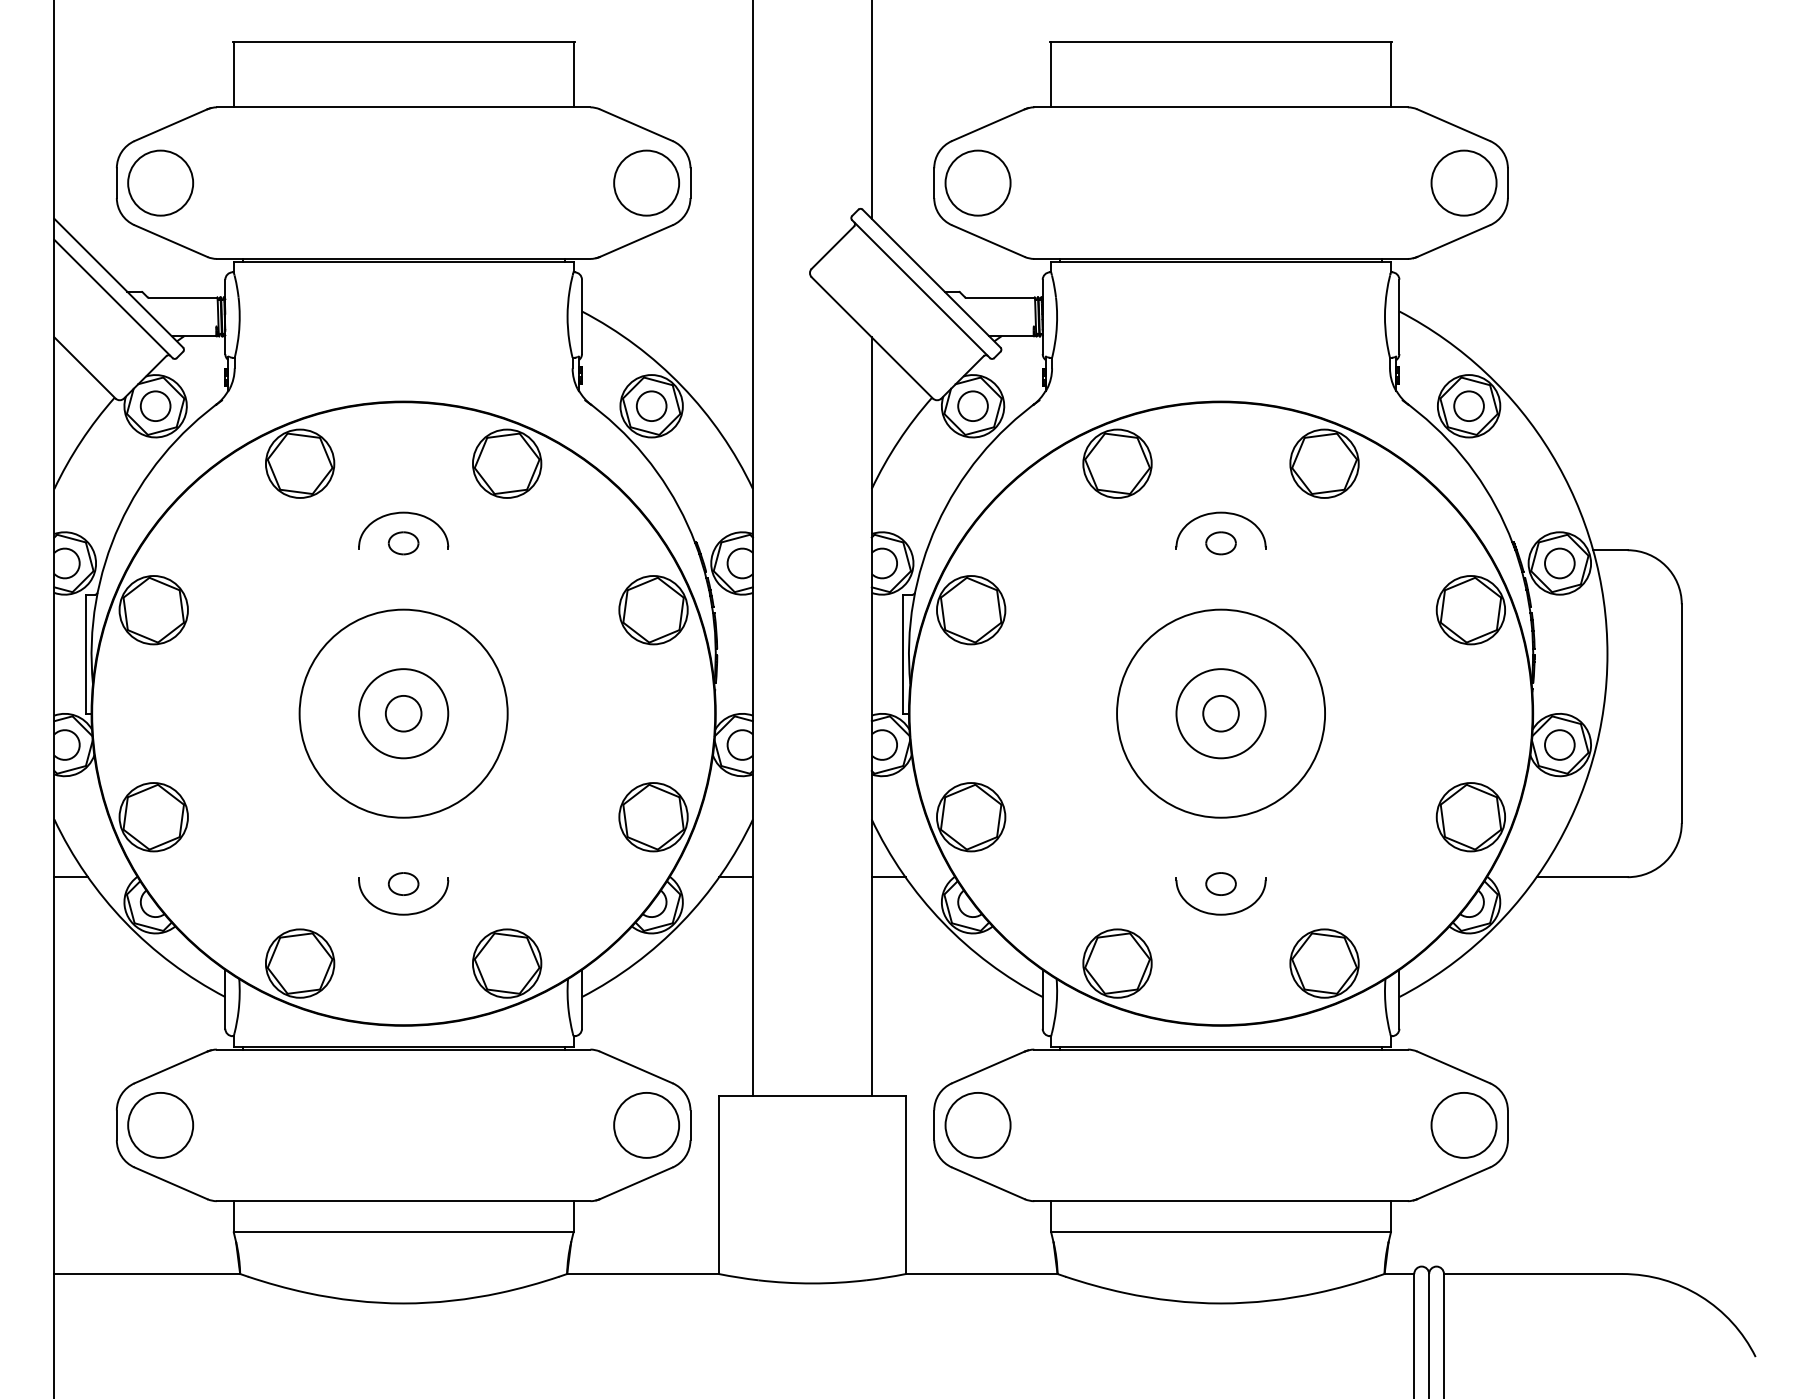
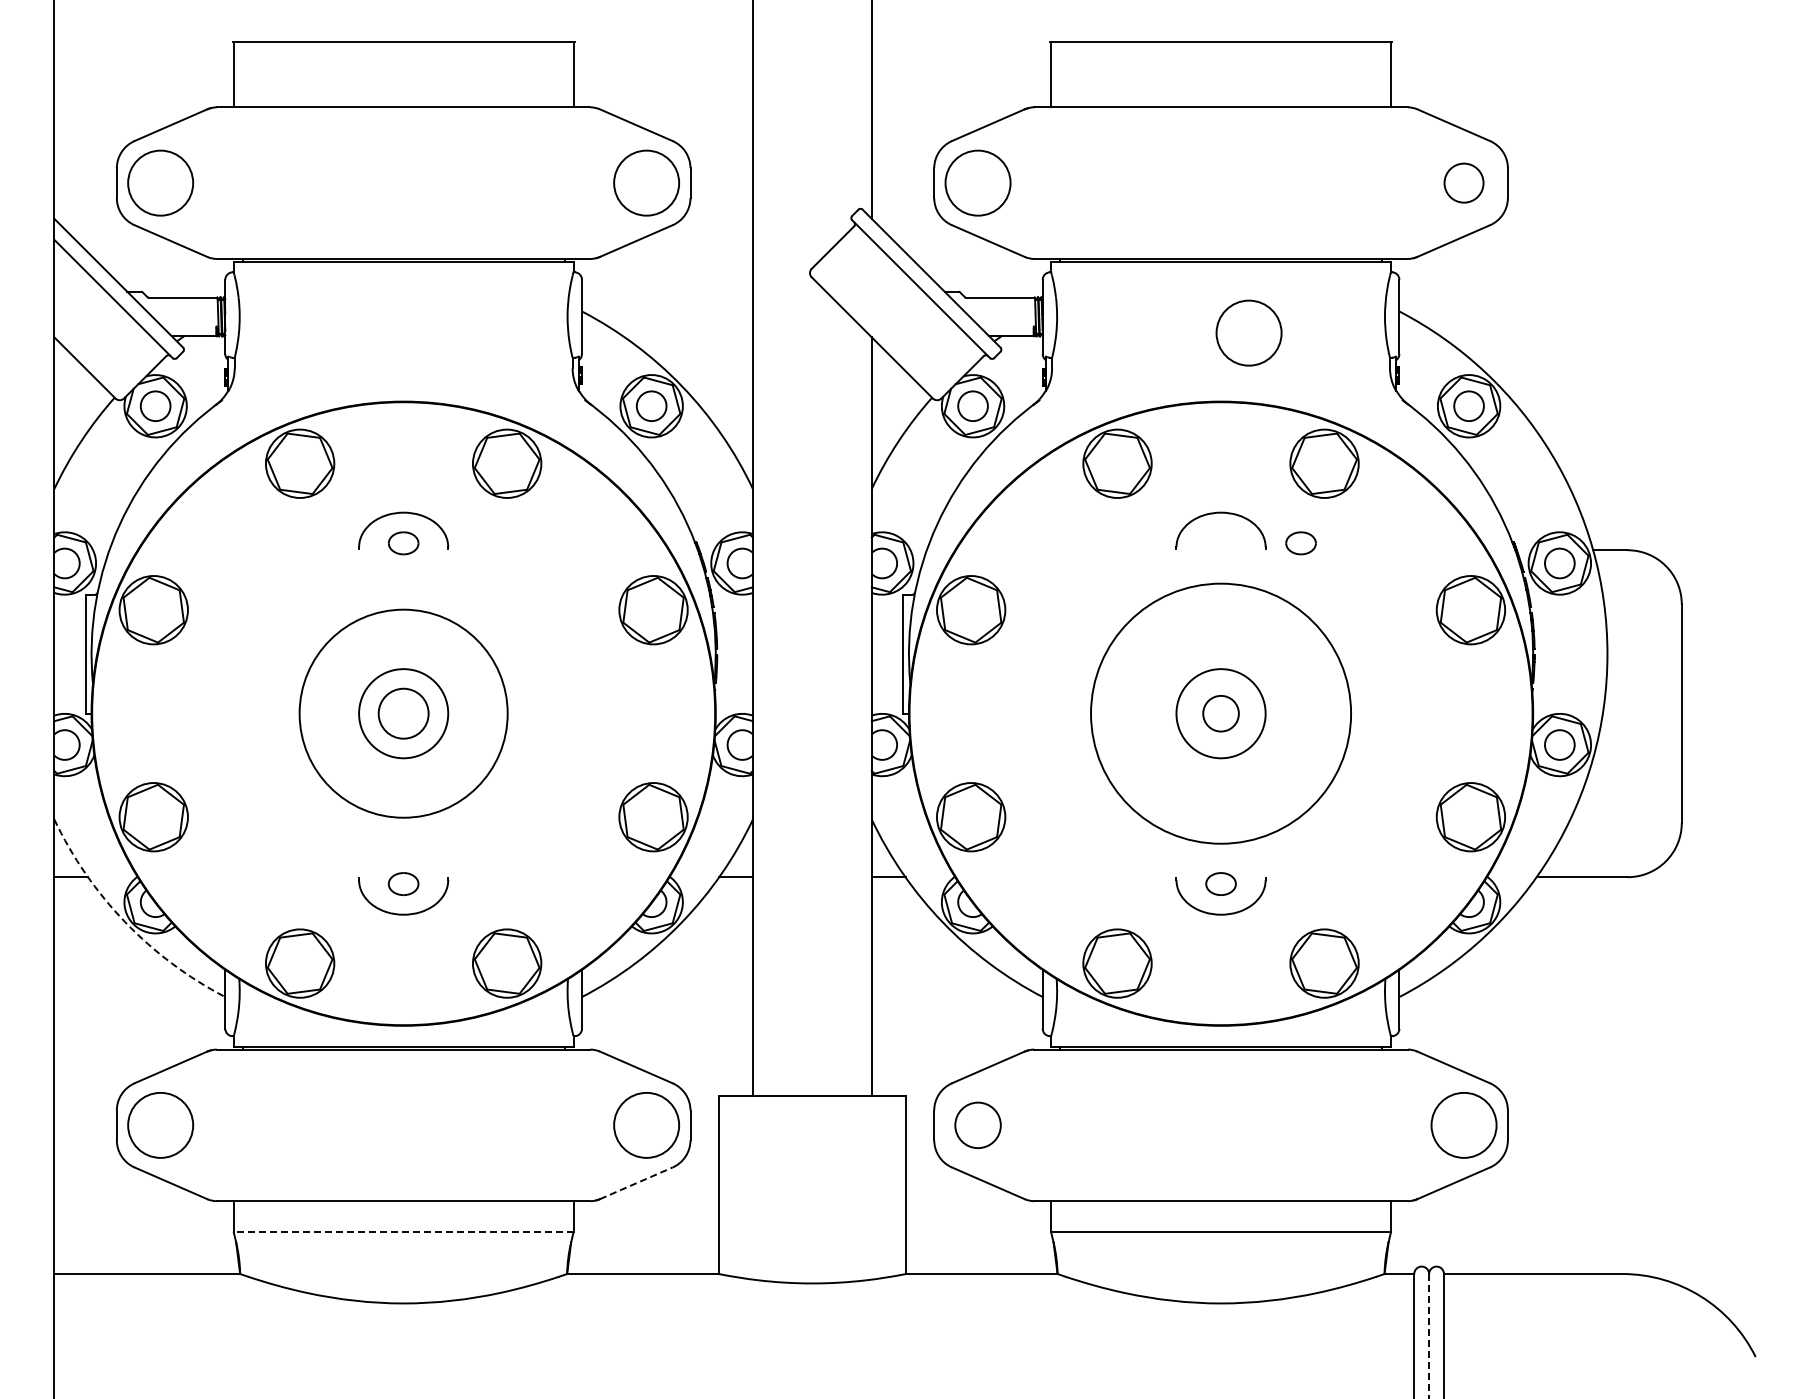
circle at (1463, 182) diameter: 65 px -> 39 px
circle at (1248, 332): none -> present
part at (1220, 543) position: (1220, 543) -> (1300, 543)
circle at (403, 713) diameter: 36 px -> 50 px
circle at (1221, 713) diameter: 208 px -> 260 px
arc at (125, 922): solid -> dashed
circle at (977, 1124) diameter: 65 px -> 46 px
line at (636, 1183): solid -> dashed
line at (403, 1232): solid -> dashed
line at (1429, 1336): solid -> dashed
